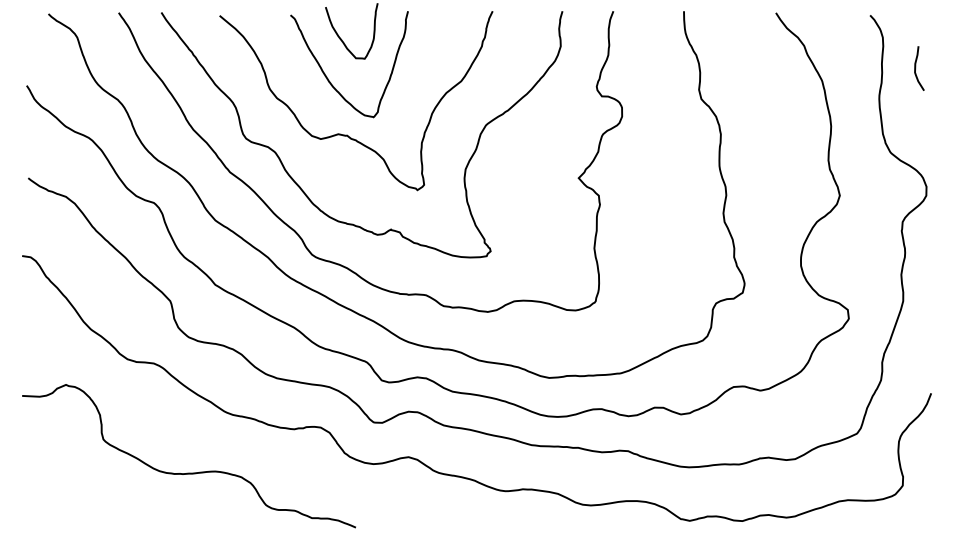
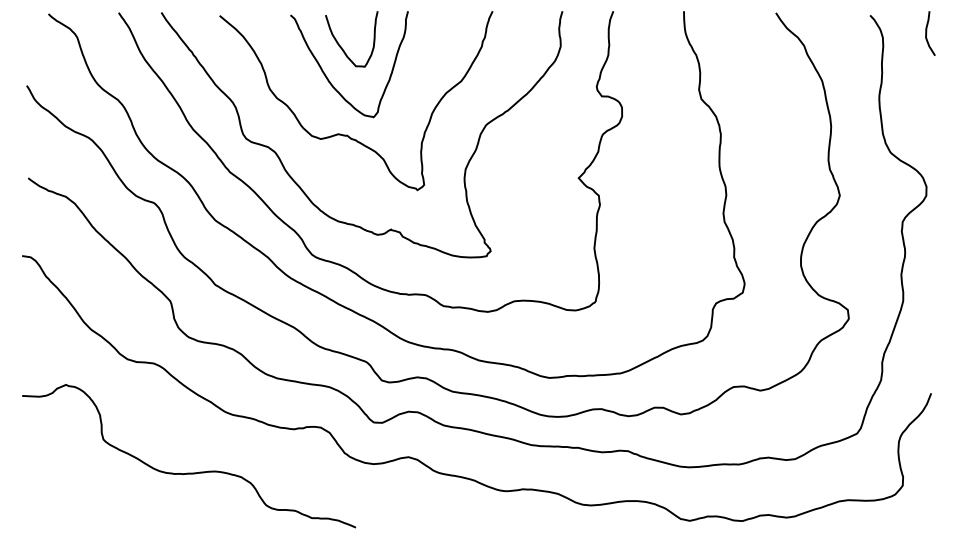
curve at (342, 39) position: (342, 39) -> (342, 47)
curve at (916, 68) position: (916, 68) -> (927, 33)
